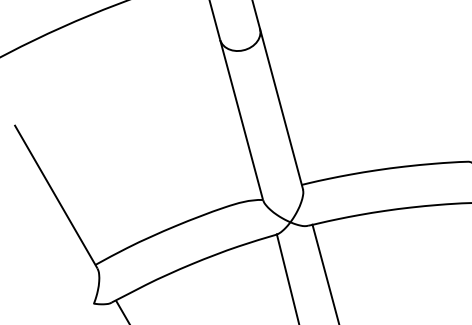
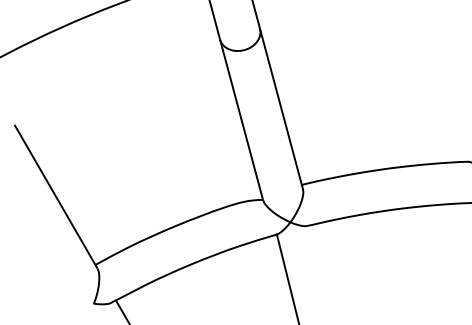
line at (325, 272): present -> none
